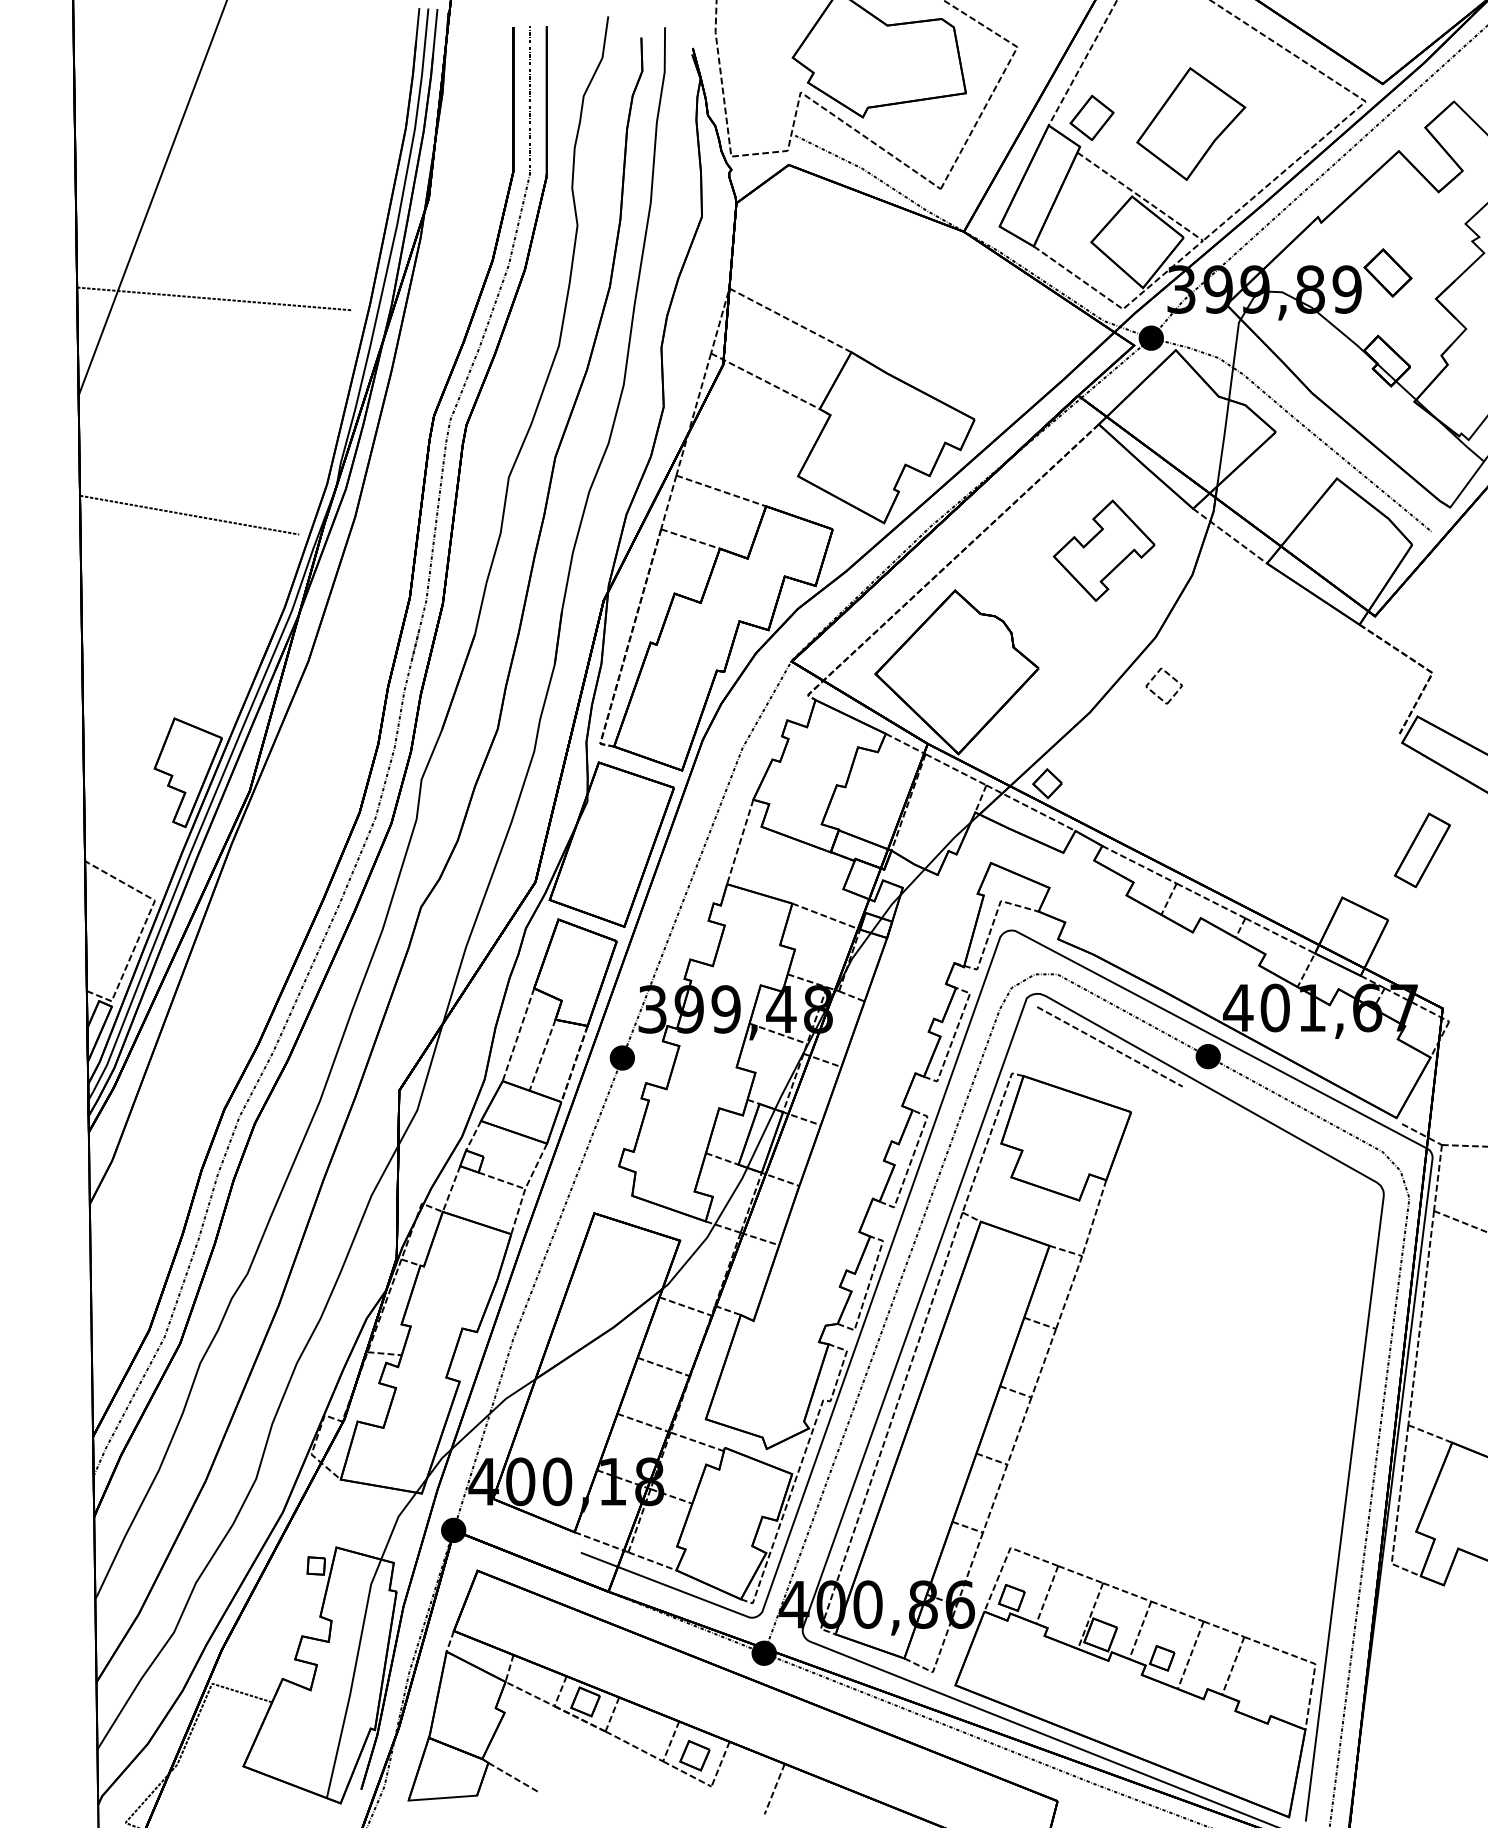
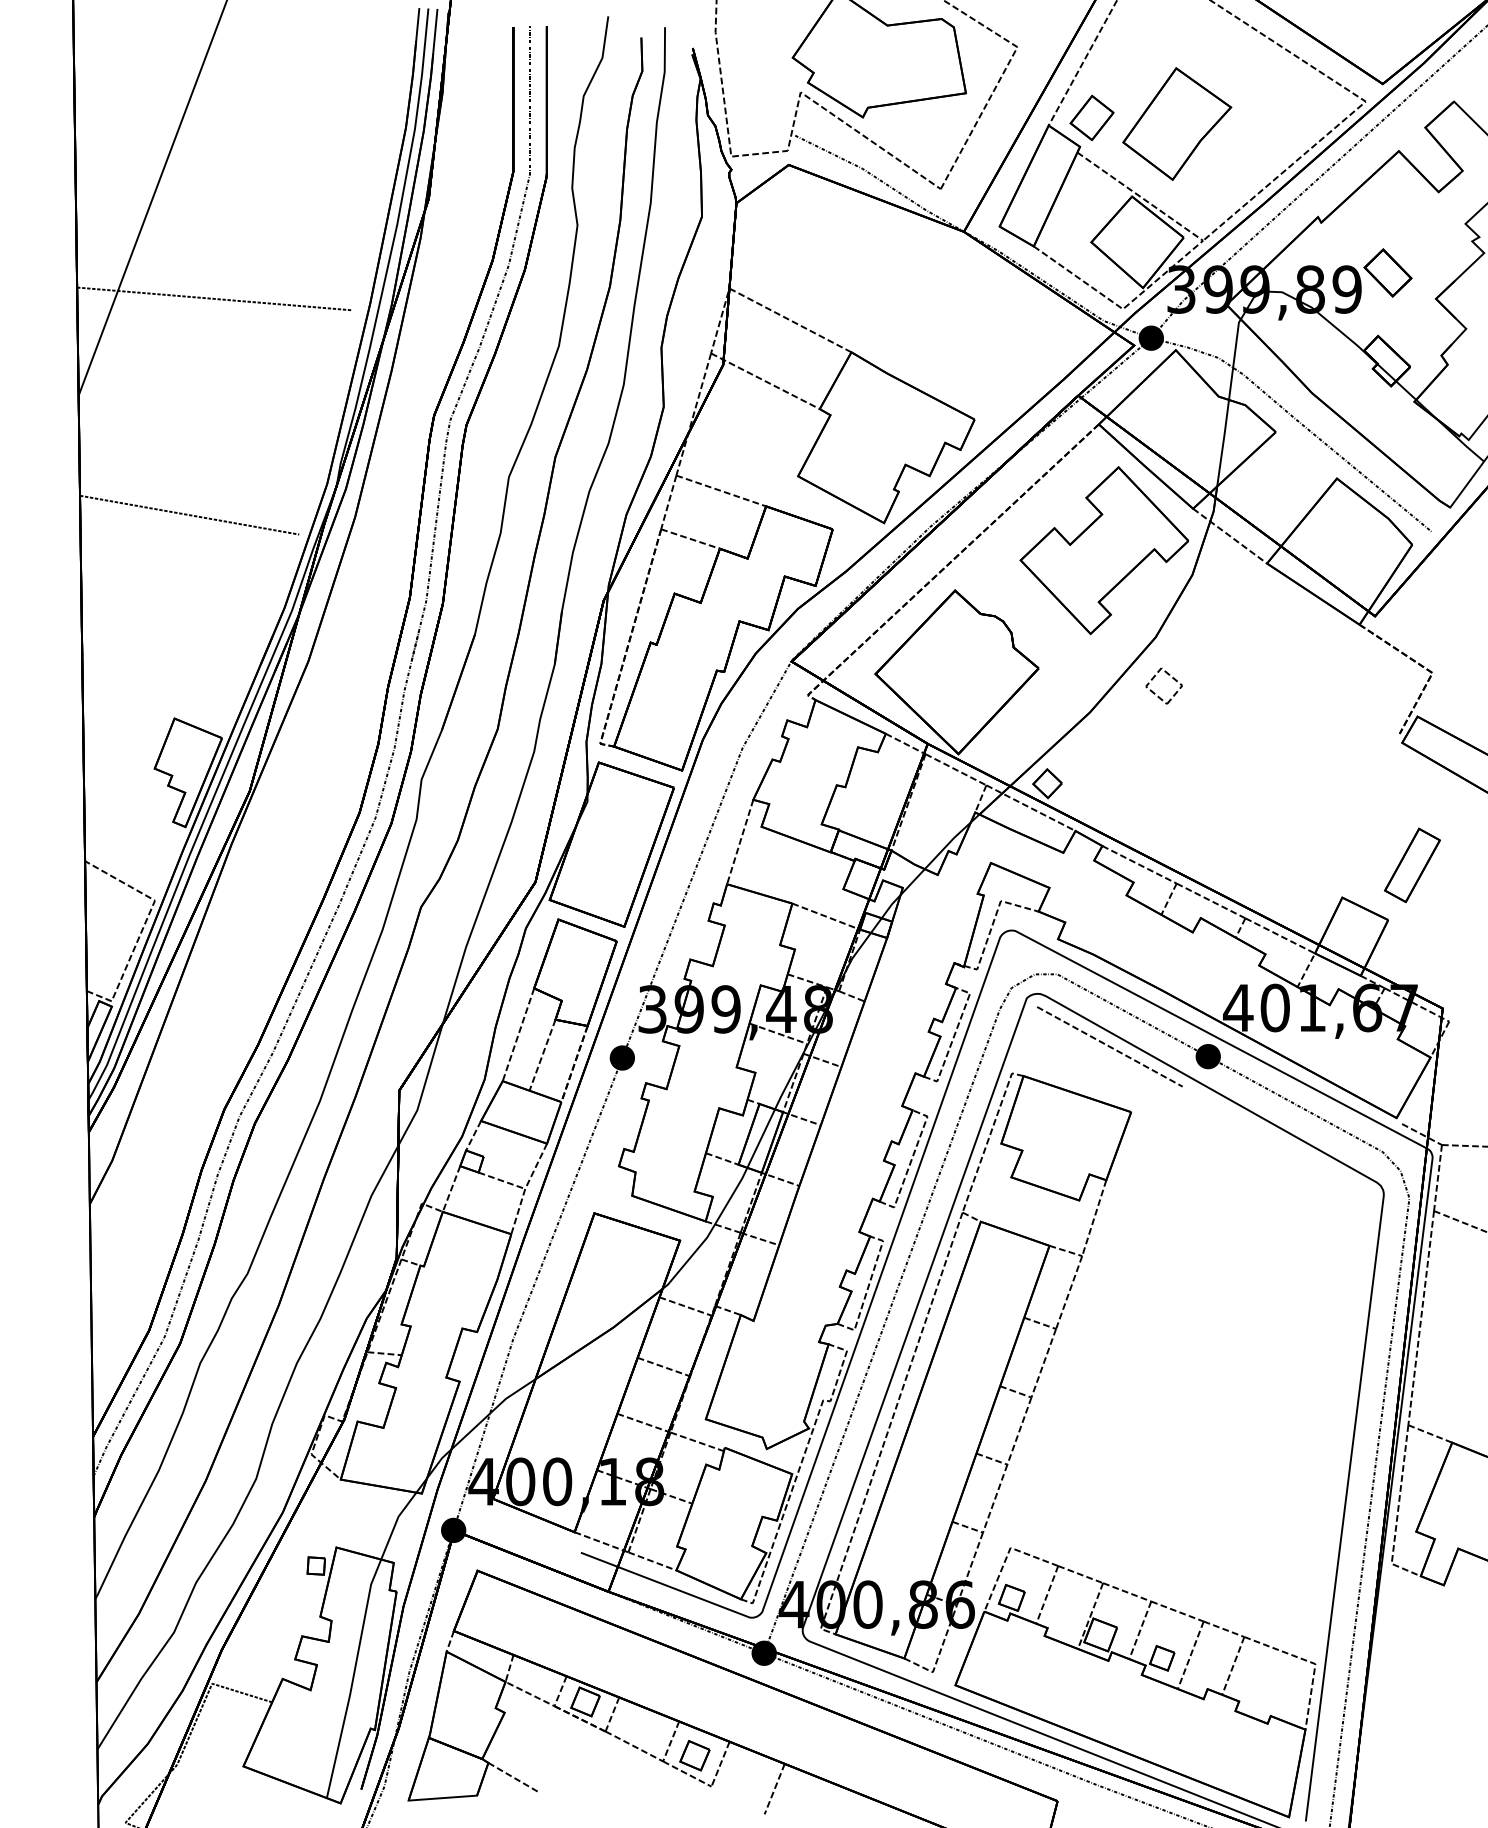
part at (1191, 123) position: (1191, 123) -> (1177, 123)
part at (1103, 550) size: 104x103 px -> 170x170 px
part at (1422, 850) position: (1422, 850) -> (1412, 865)
